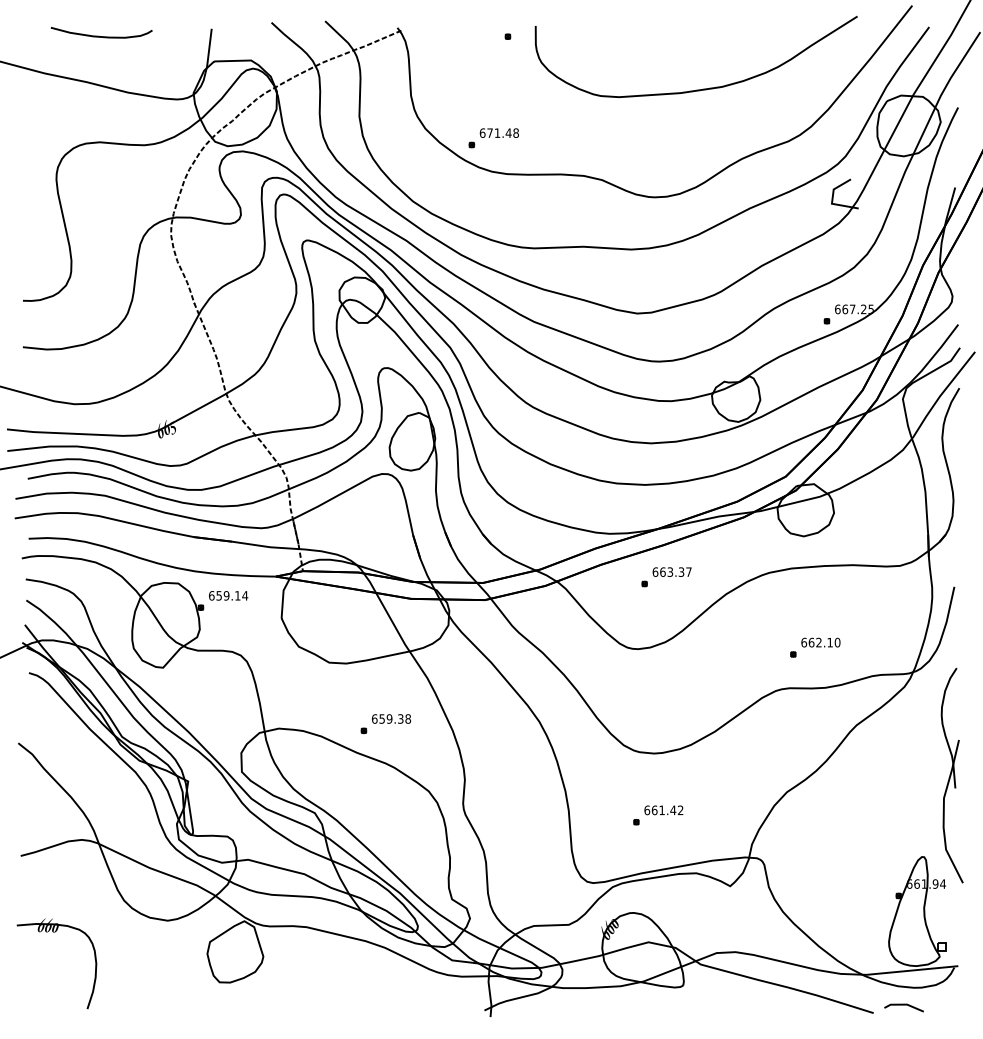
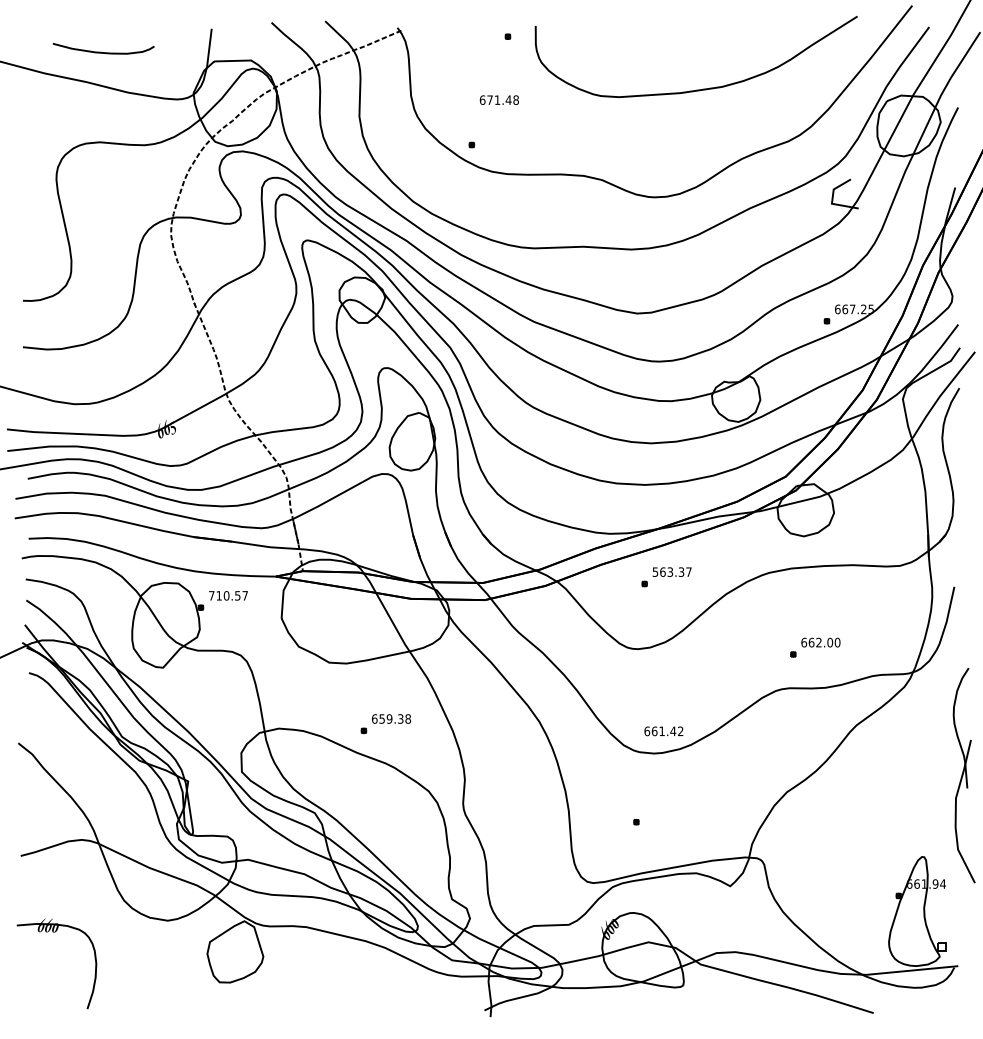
curve at (99, 35) position: (99, 35) -> (101, 51)
text at (498, 132) position: (498, 132) -> (498, 99)
text at (655, 571): 663.37 -> 563.37
text at (228, 595): 659.14 -> 710.57
text at (830, 642): 662.10 -> 662.00
part at (951, 775) position: (951, 775) -> (963, 775)
text at (663, 810) position: (663, 810) -> (663, 731)
line at (903, 1005): present -> none
